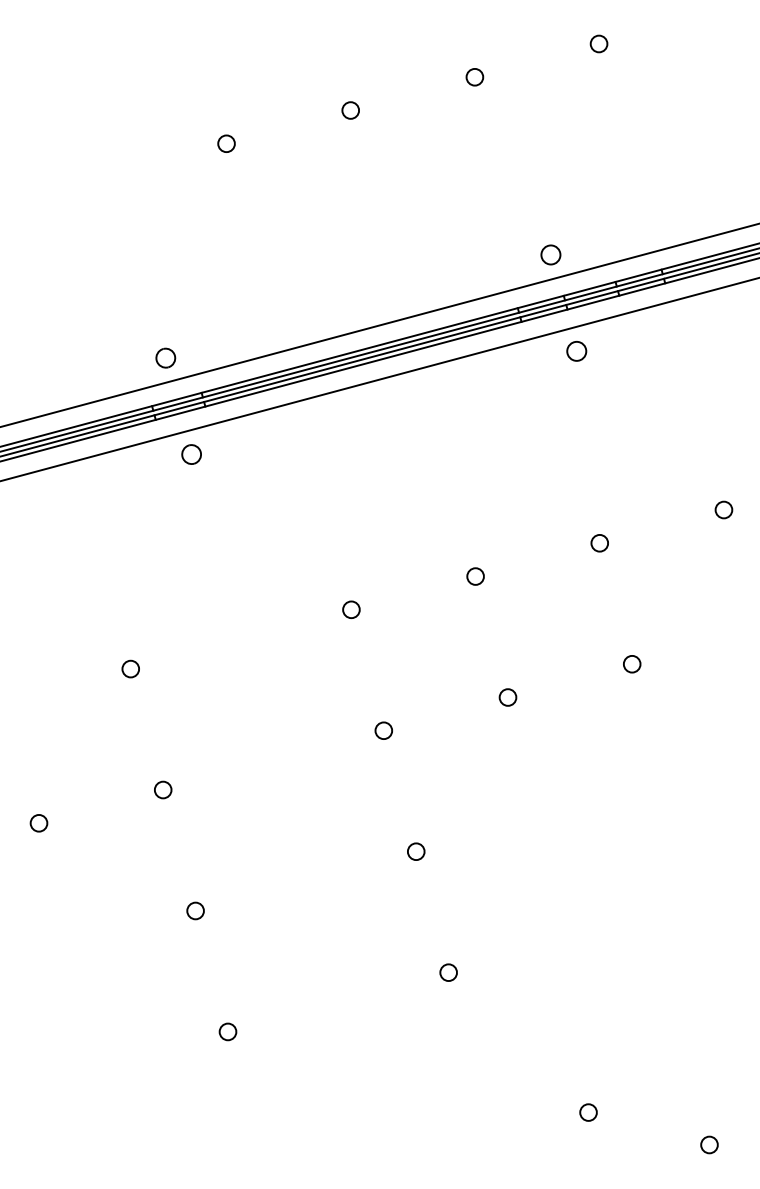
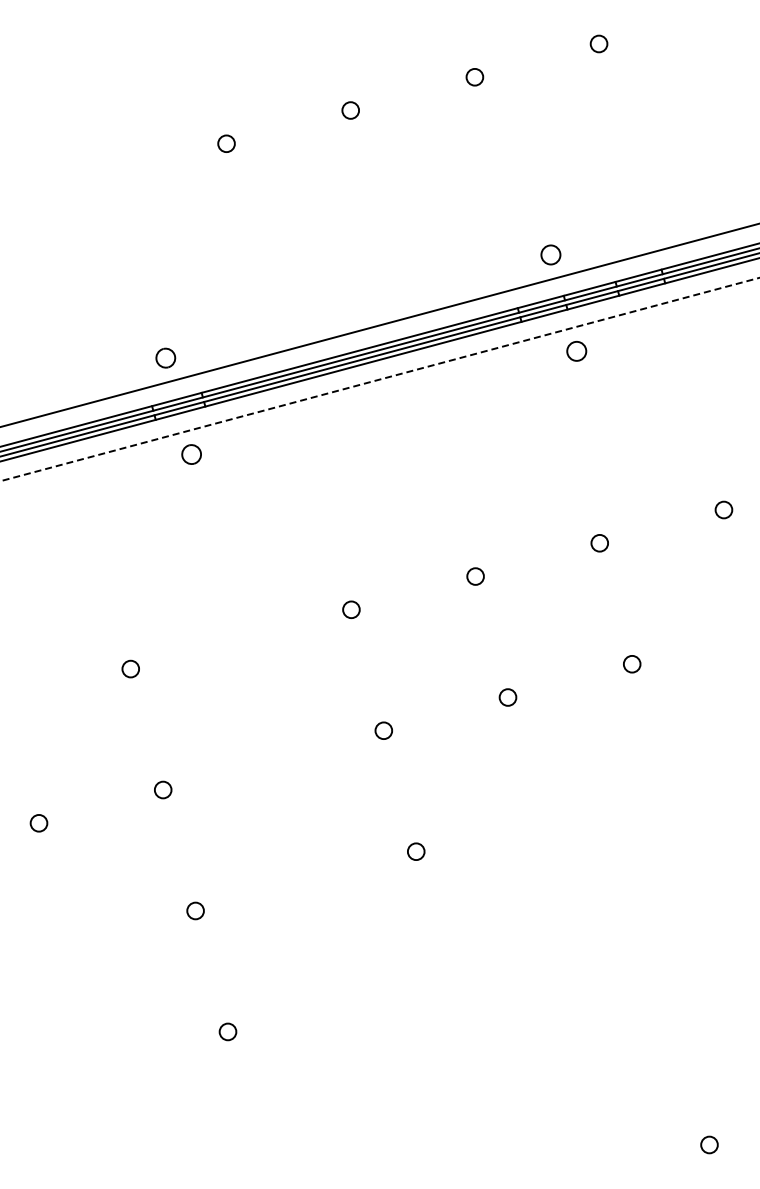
line at (379, 379): solid -> dashed
circle at (448, 972): present -> none
circle at (588, 1112): present -> none
